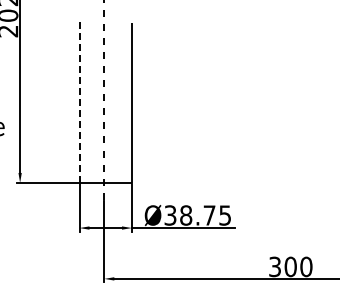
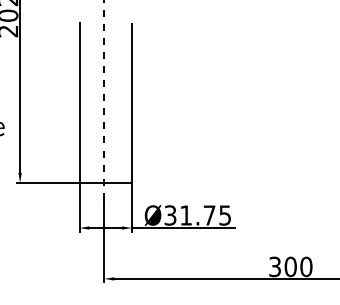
line at (79, 103): dashed -> solid
text at (186, 215): Ø38.75 -> Ø31.75
